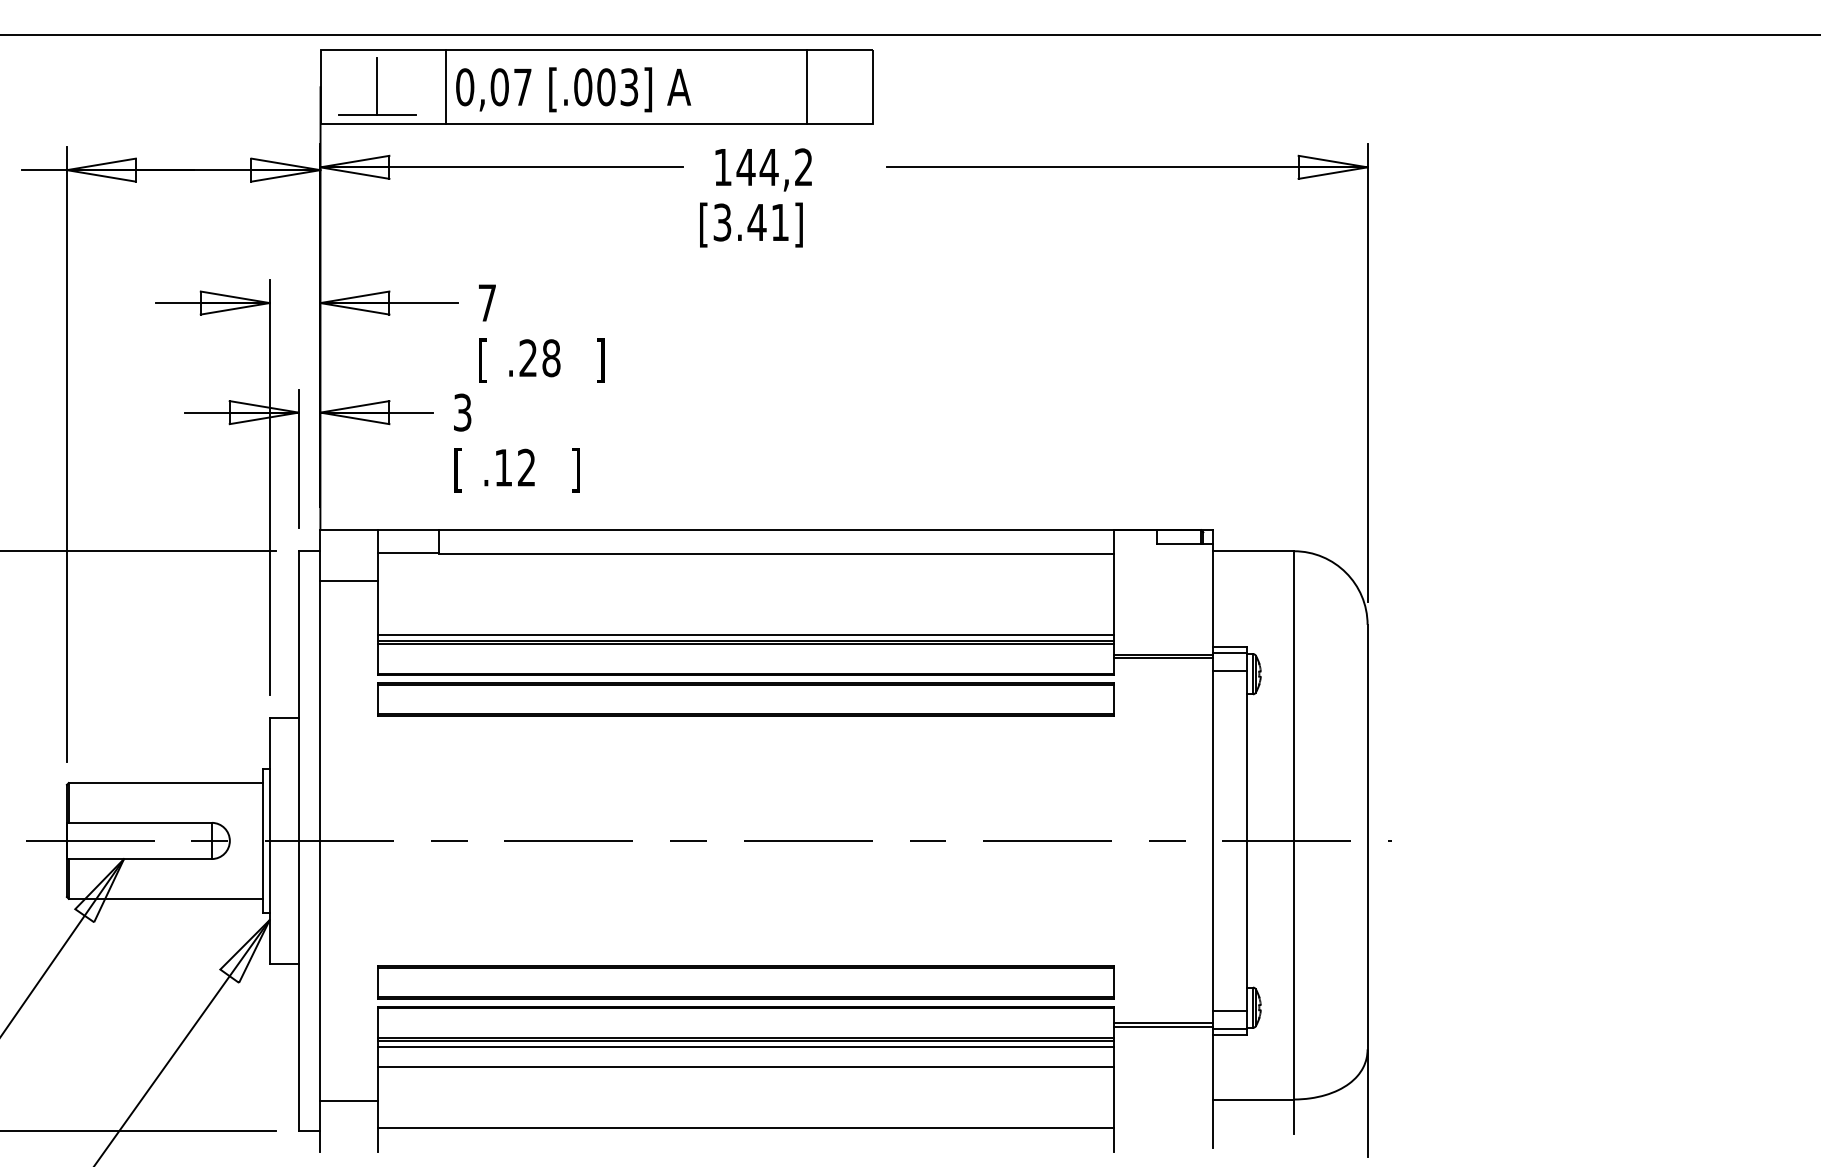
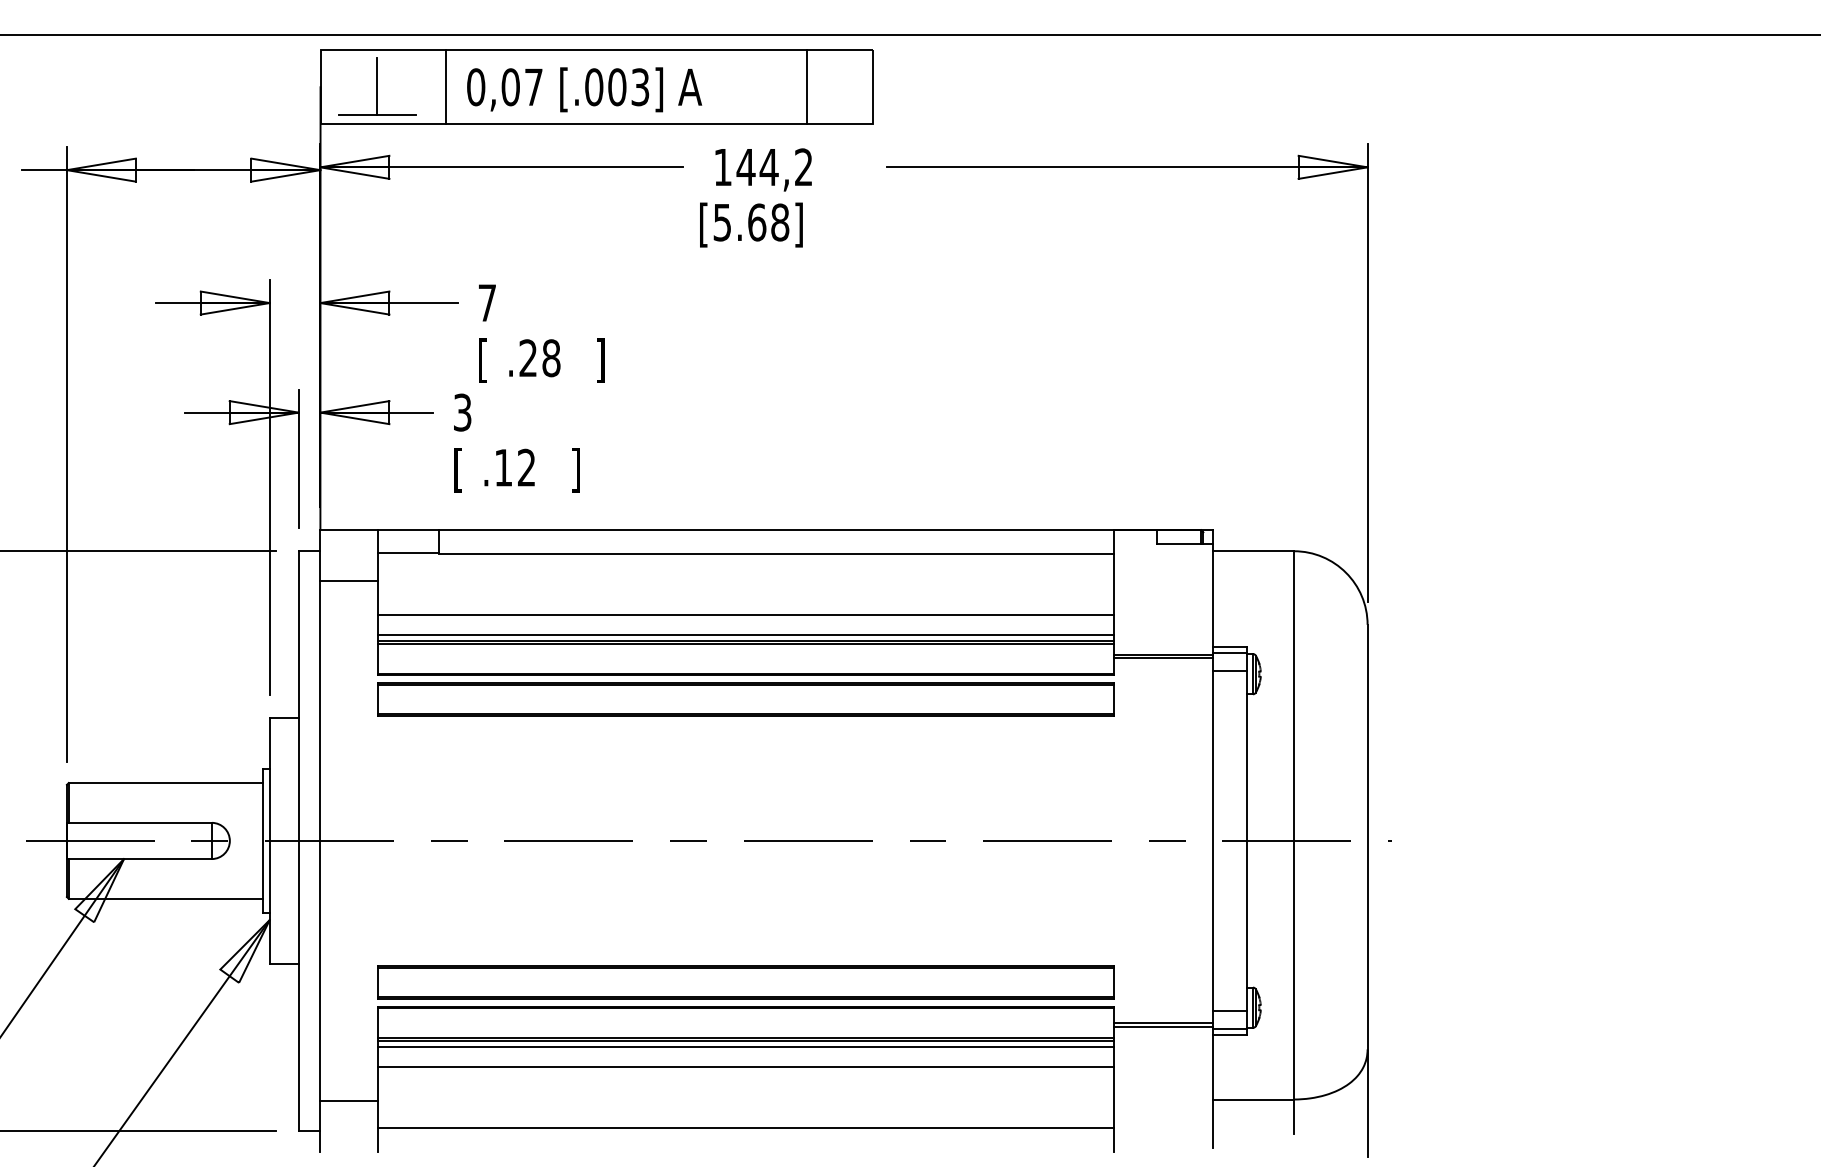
text at (573, 89) position: (573, 89) -> (584, 89)
text at (751, 222): [3.41] -> [5.68]
line at (746, 615): none -> present
